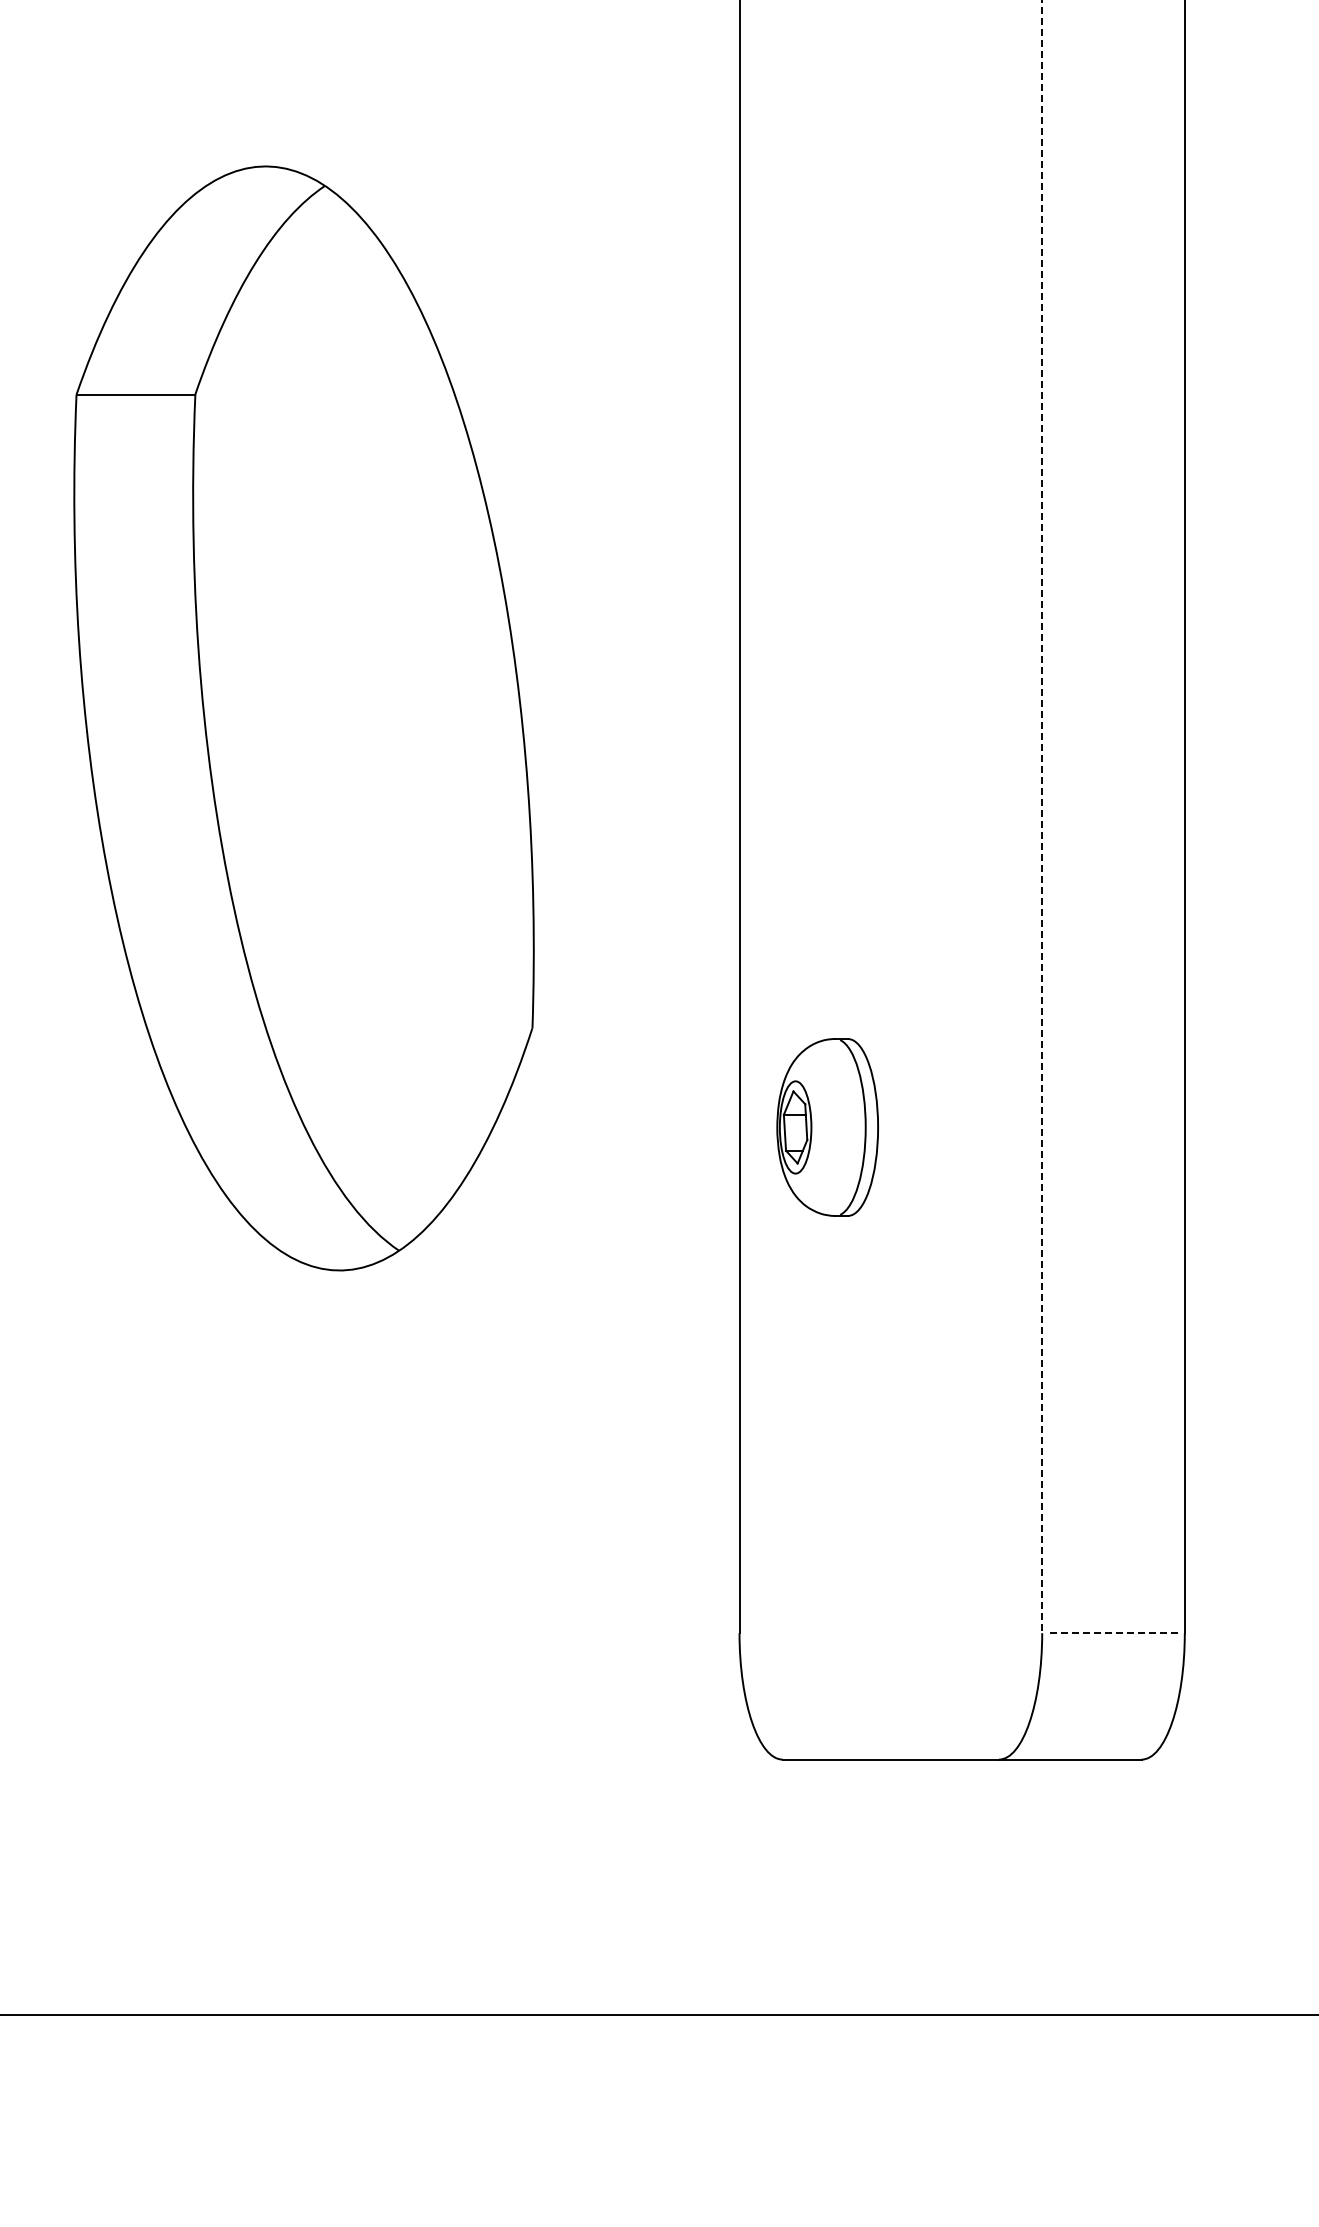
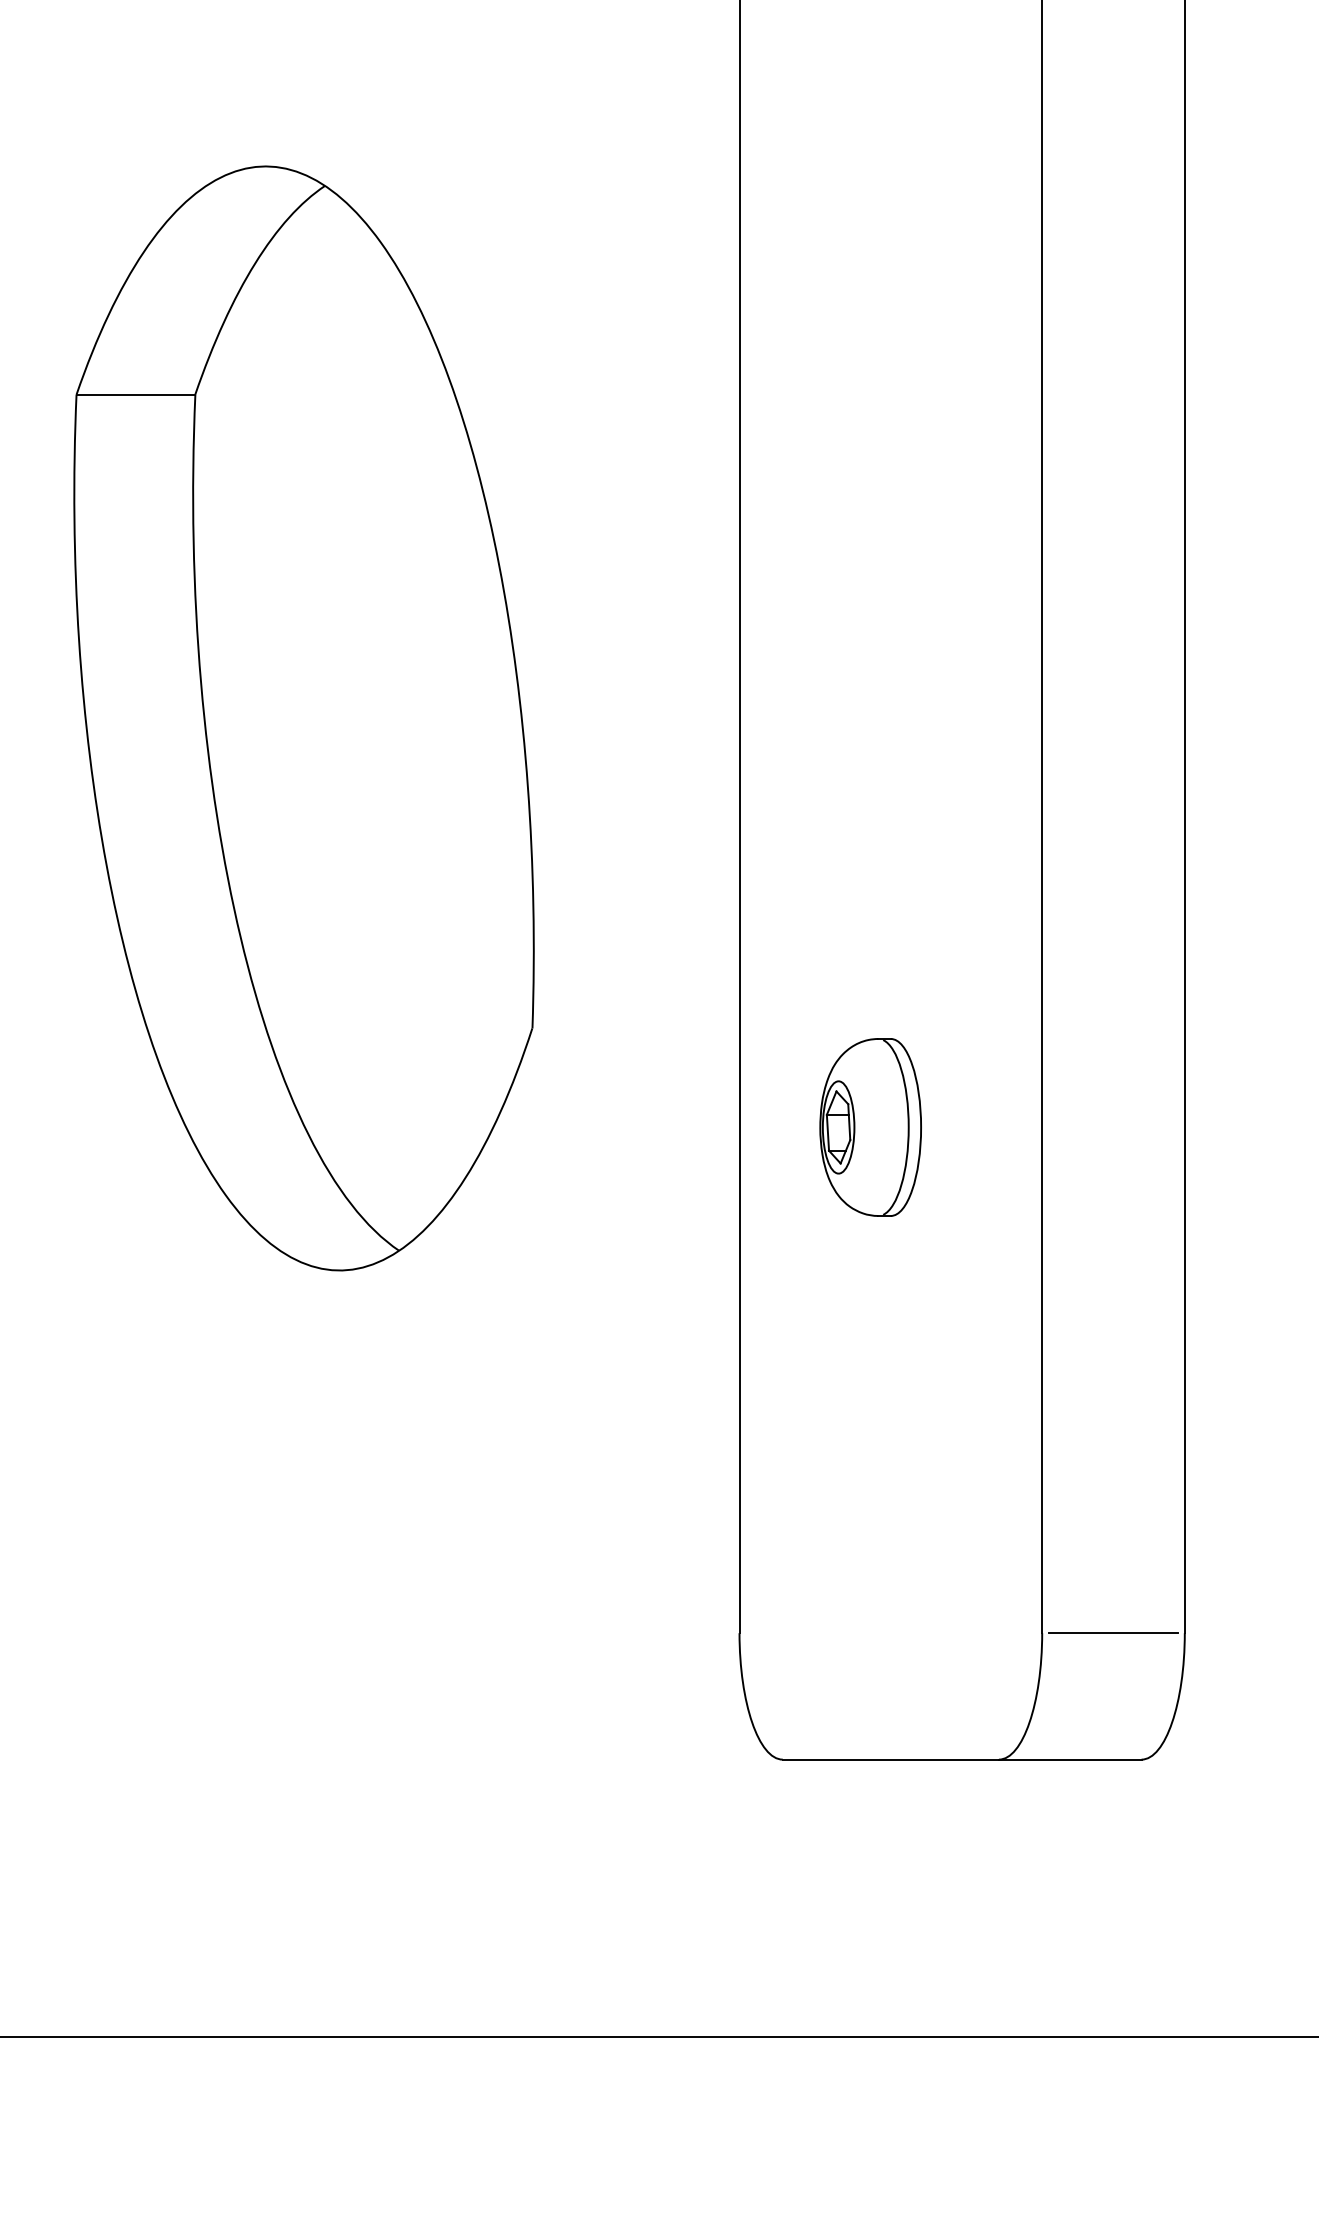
line at (1042, 817): dashed -> solid
part at (827, 1127) position: (827, 1127) -> (870, 1127)
line at (1113, 1633): dashed -> solid
line at (658, 2014) position: (658, 2014) -> (658, 2036)
